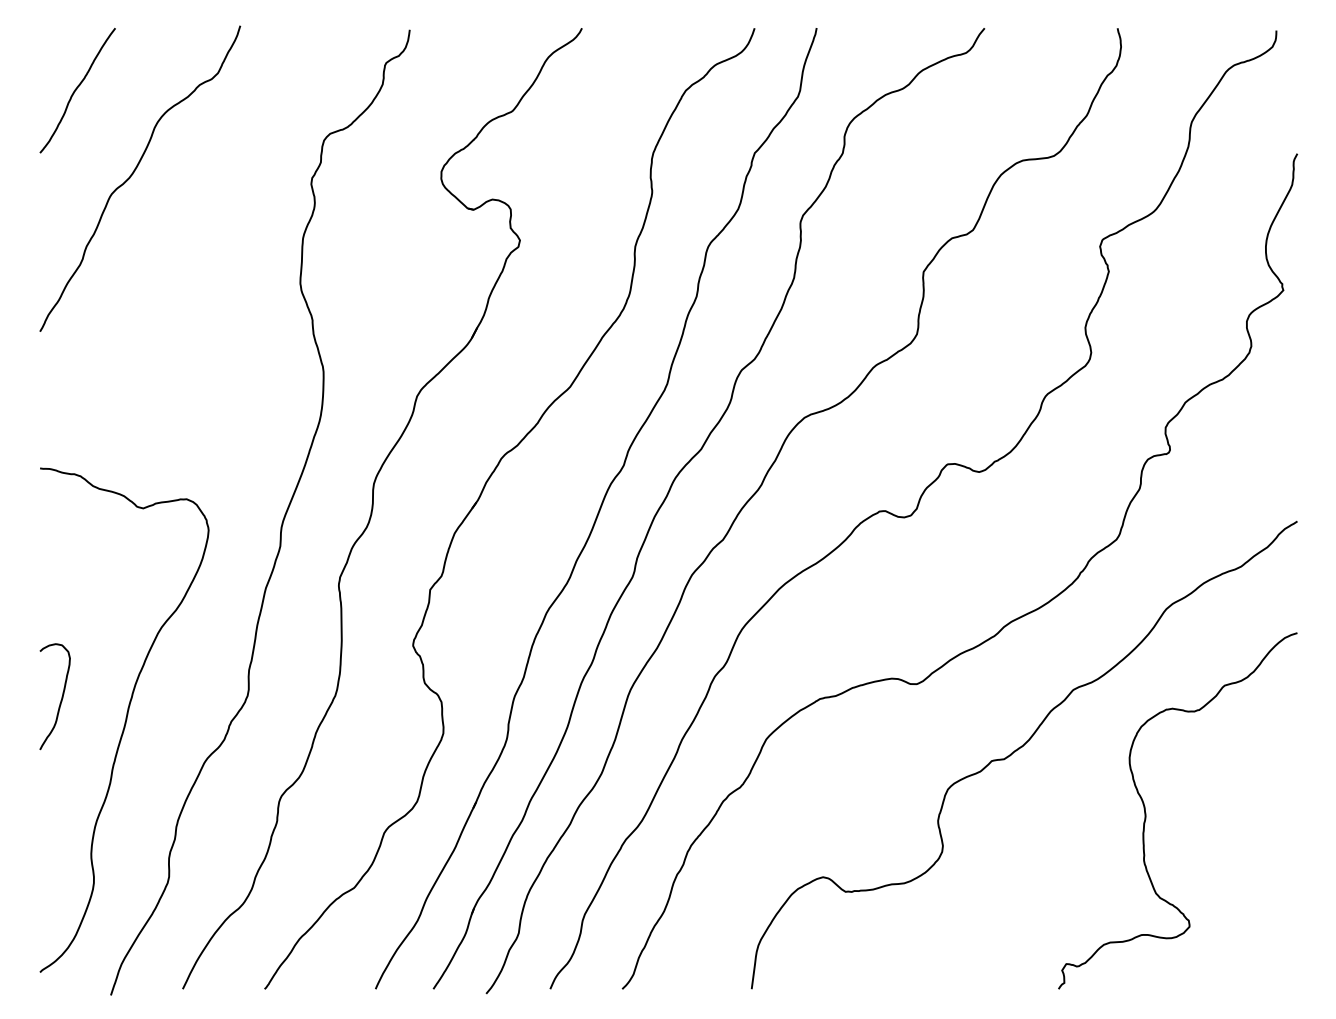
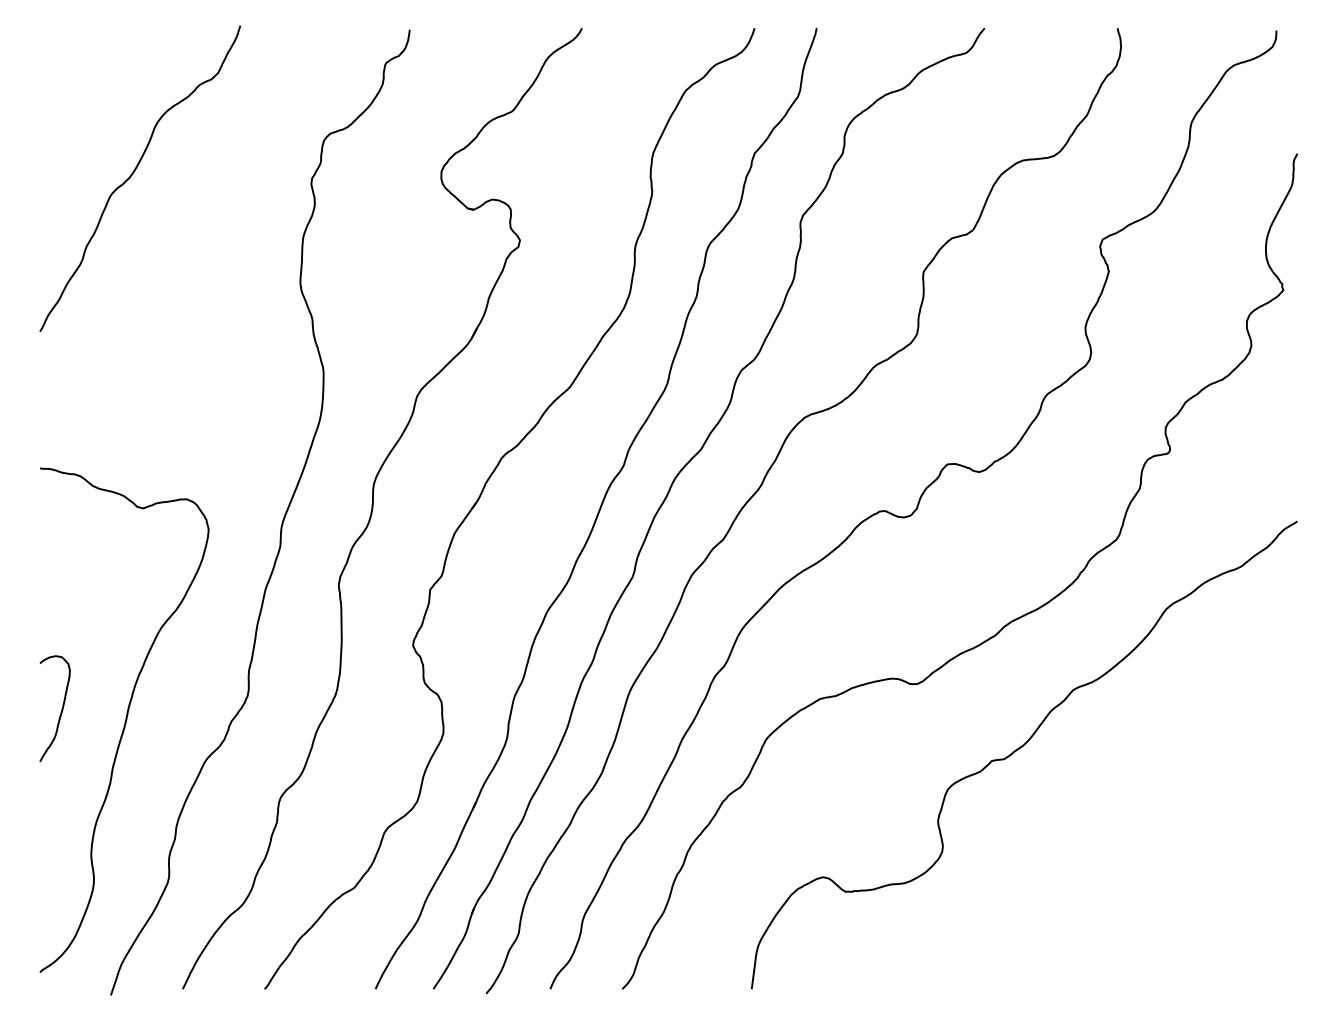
curve at (77, 89): present -> none
curve at (61, 696) position: (61, 696) -> (61, 708)
curve at (1146, 812): present -> none
